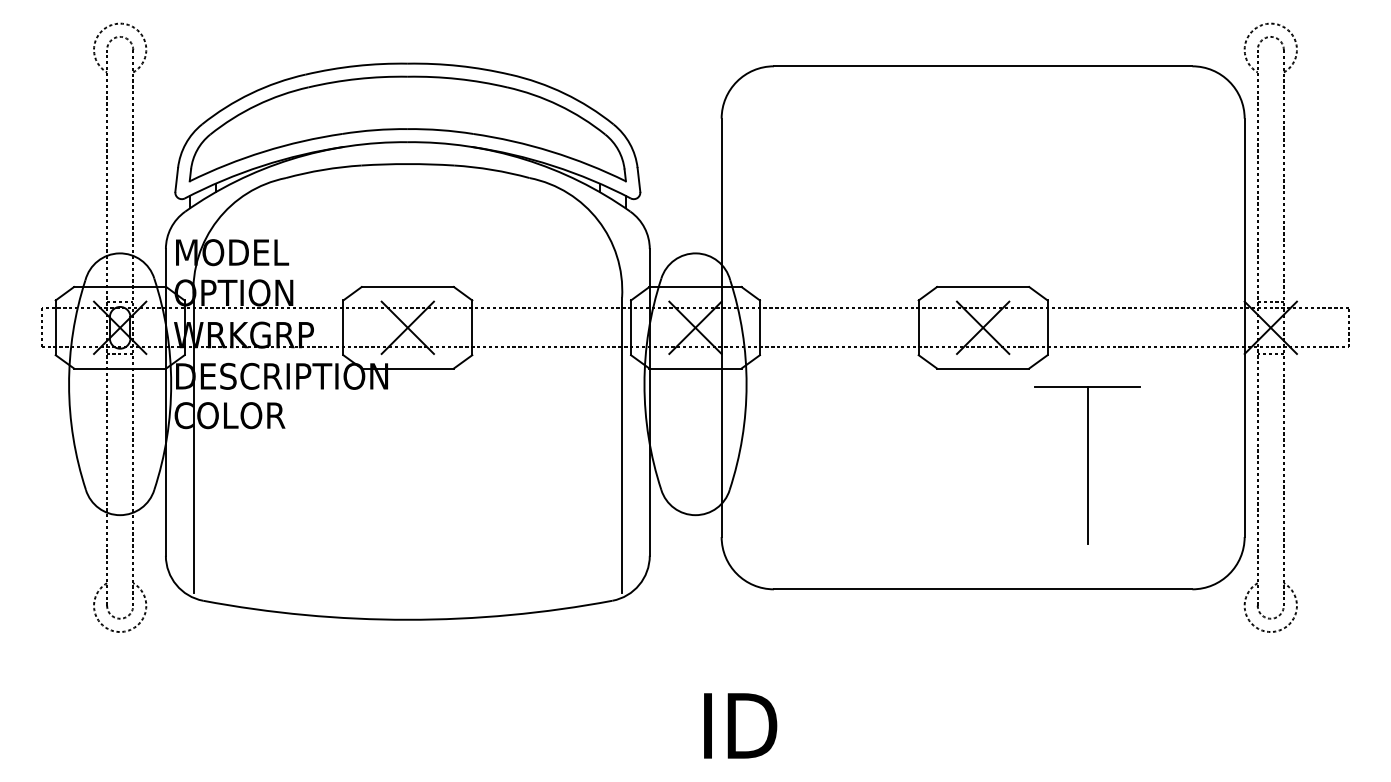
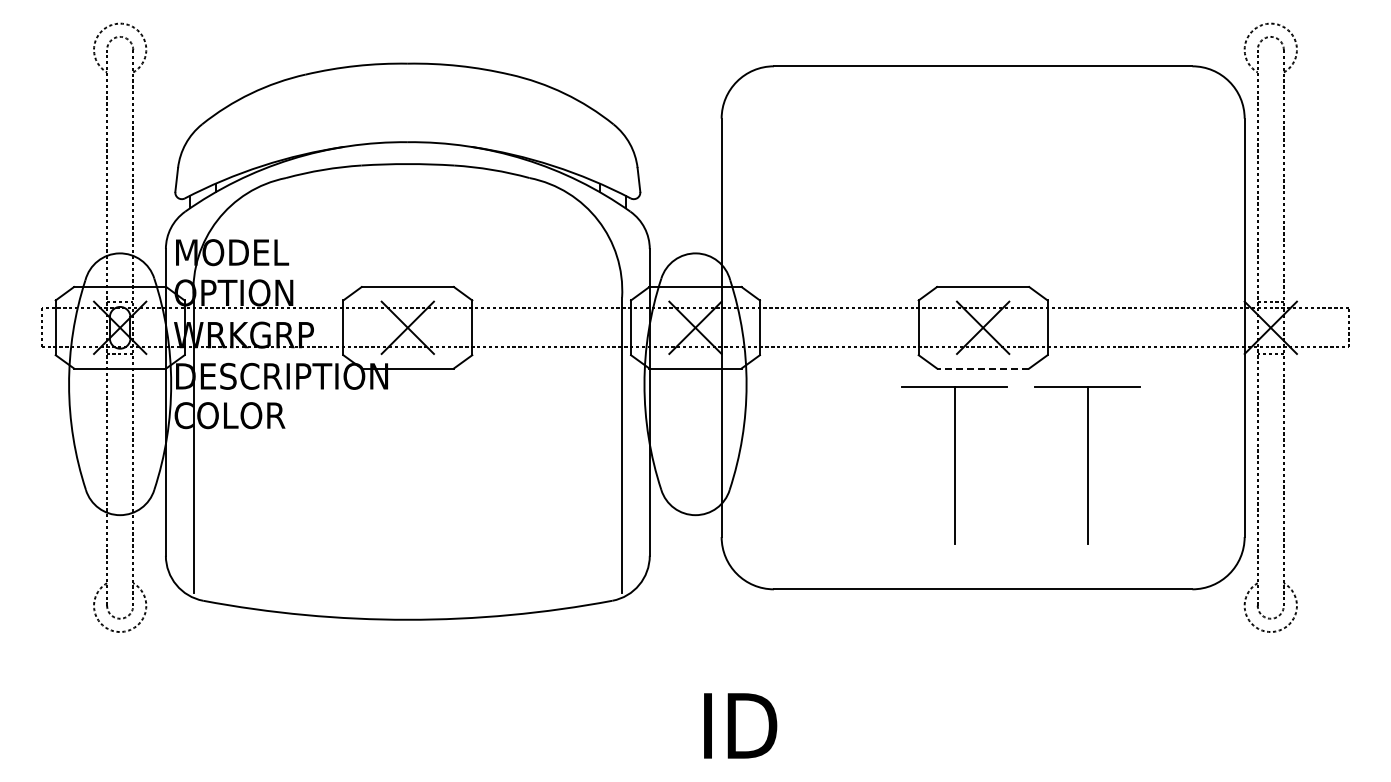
part at (407, 128): present -> none
line at (982, 368): solid -> dashed
part at (954, 465): none -> present
